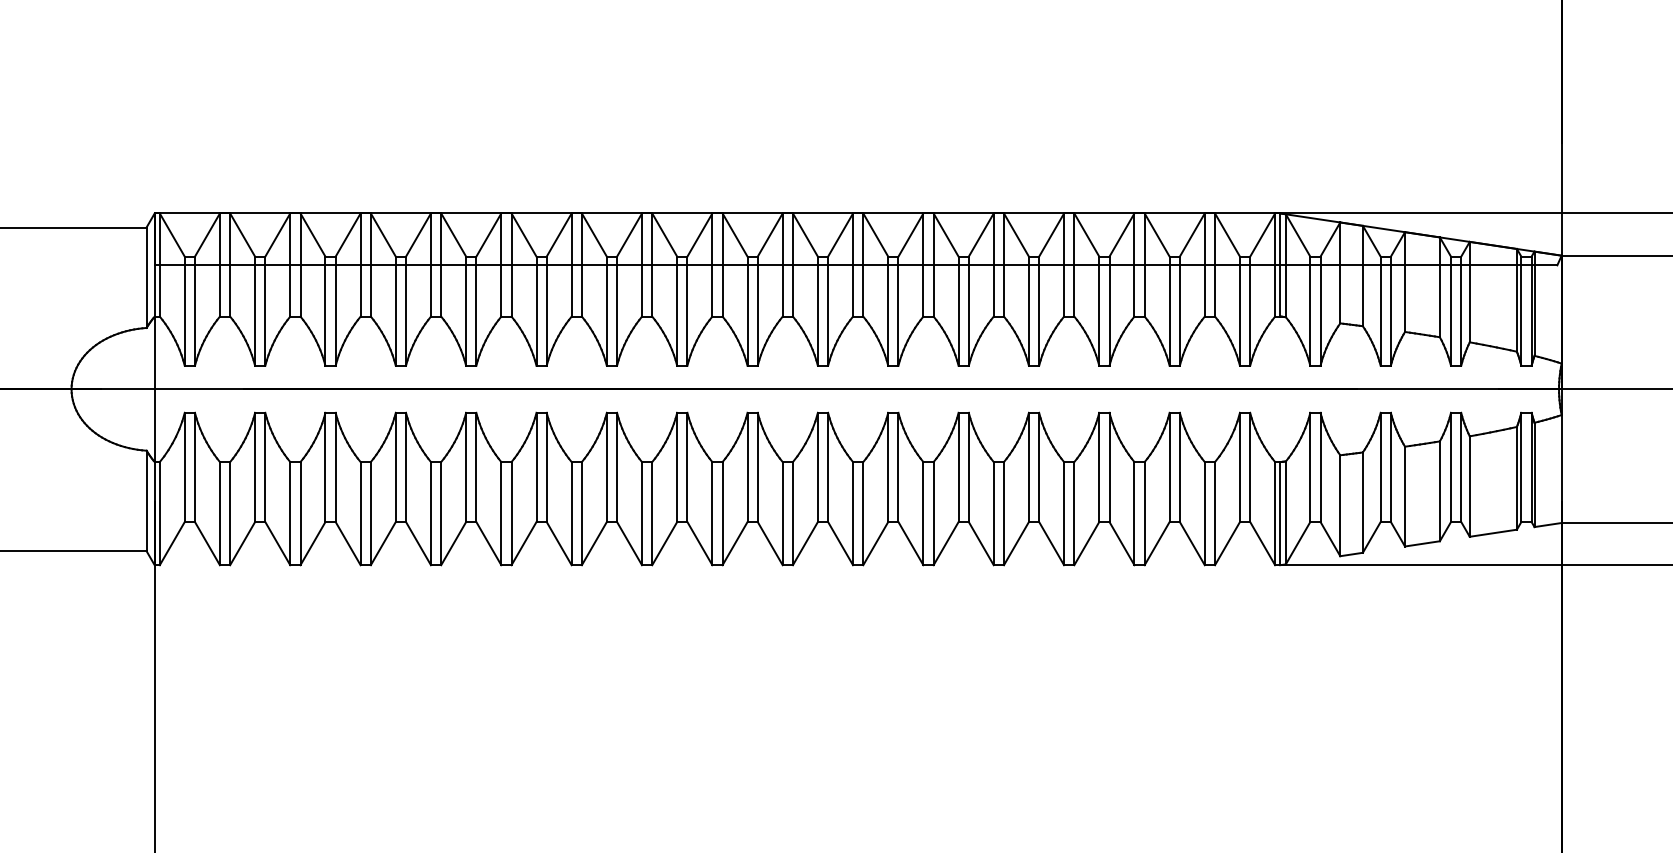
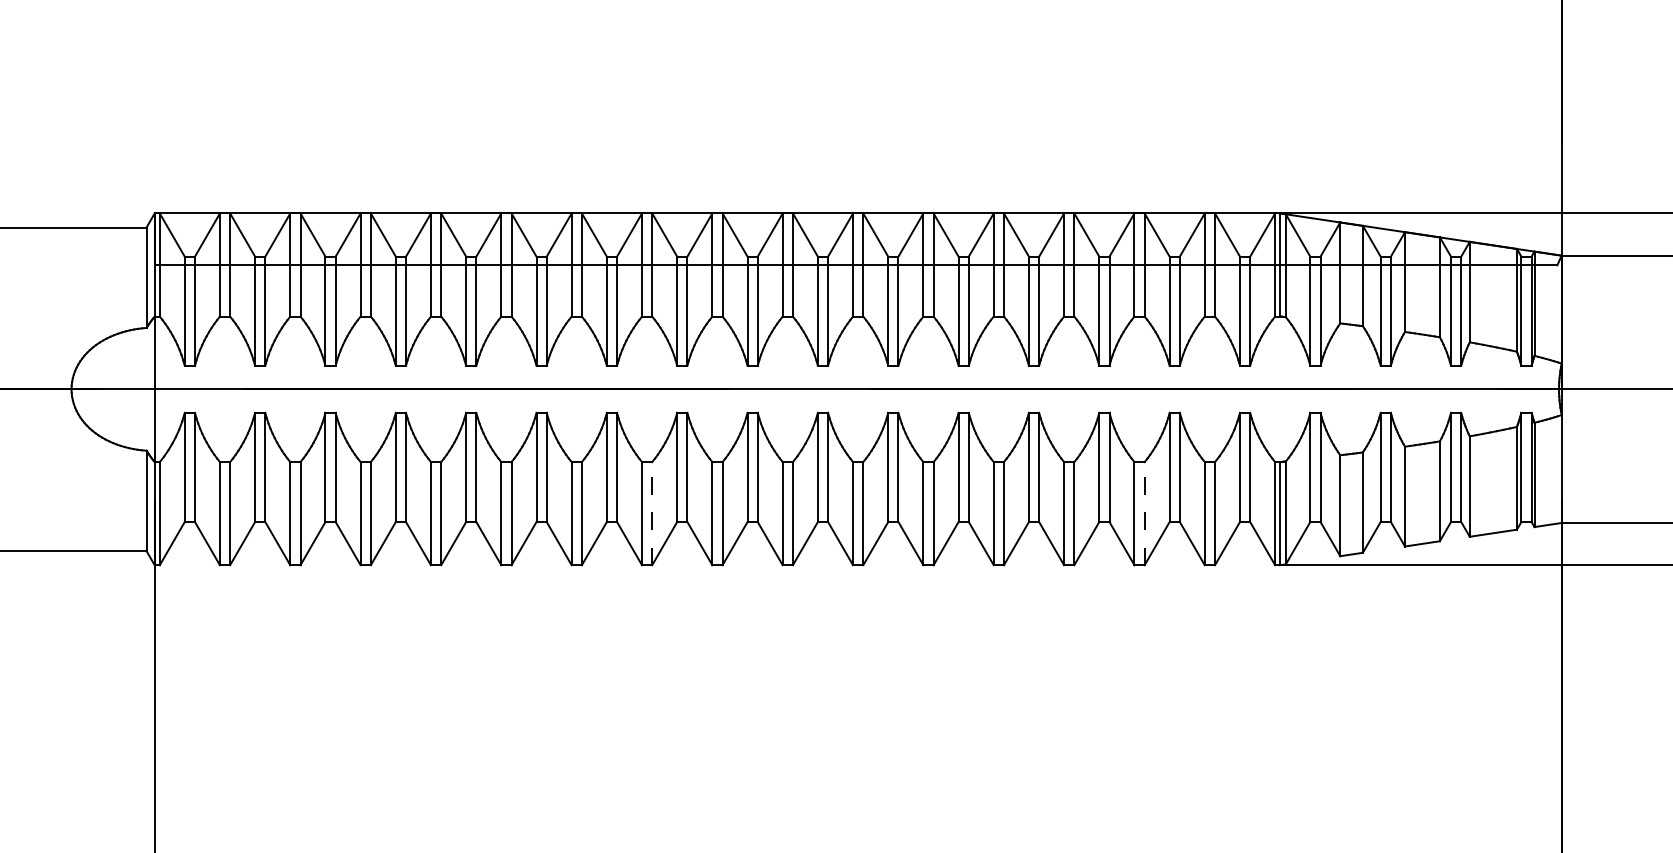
line at (652, 513): solid -> dashed
line at (1144, 513): solid -> dashed
